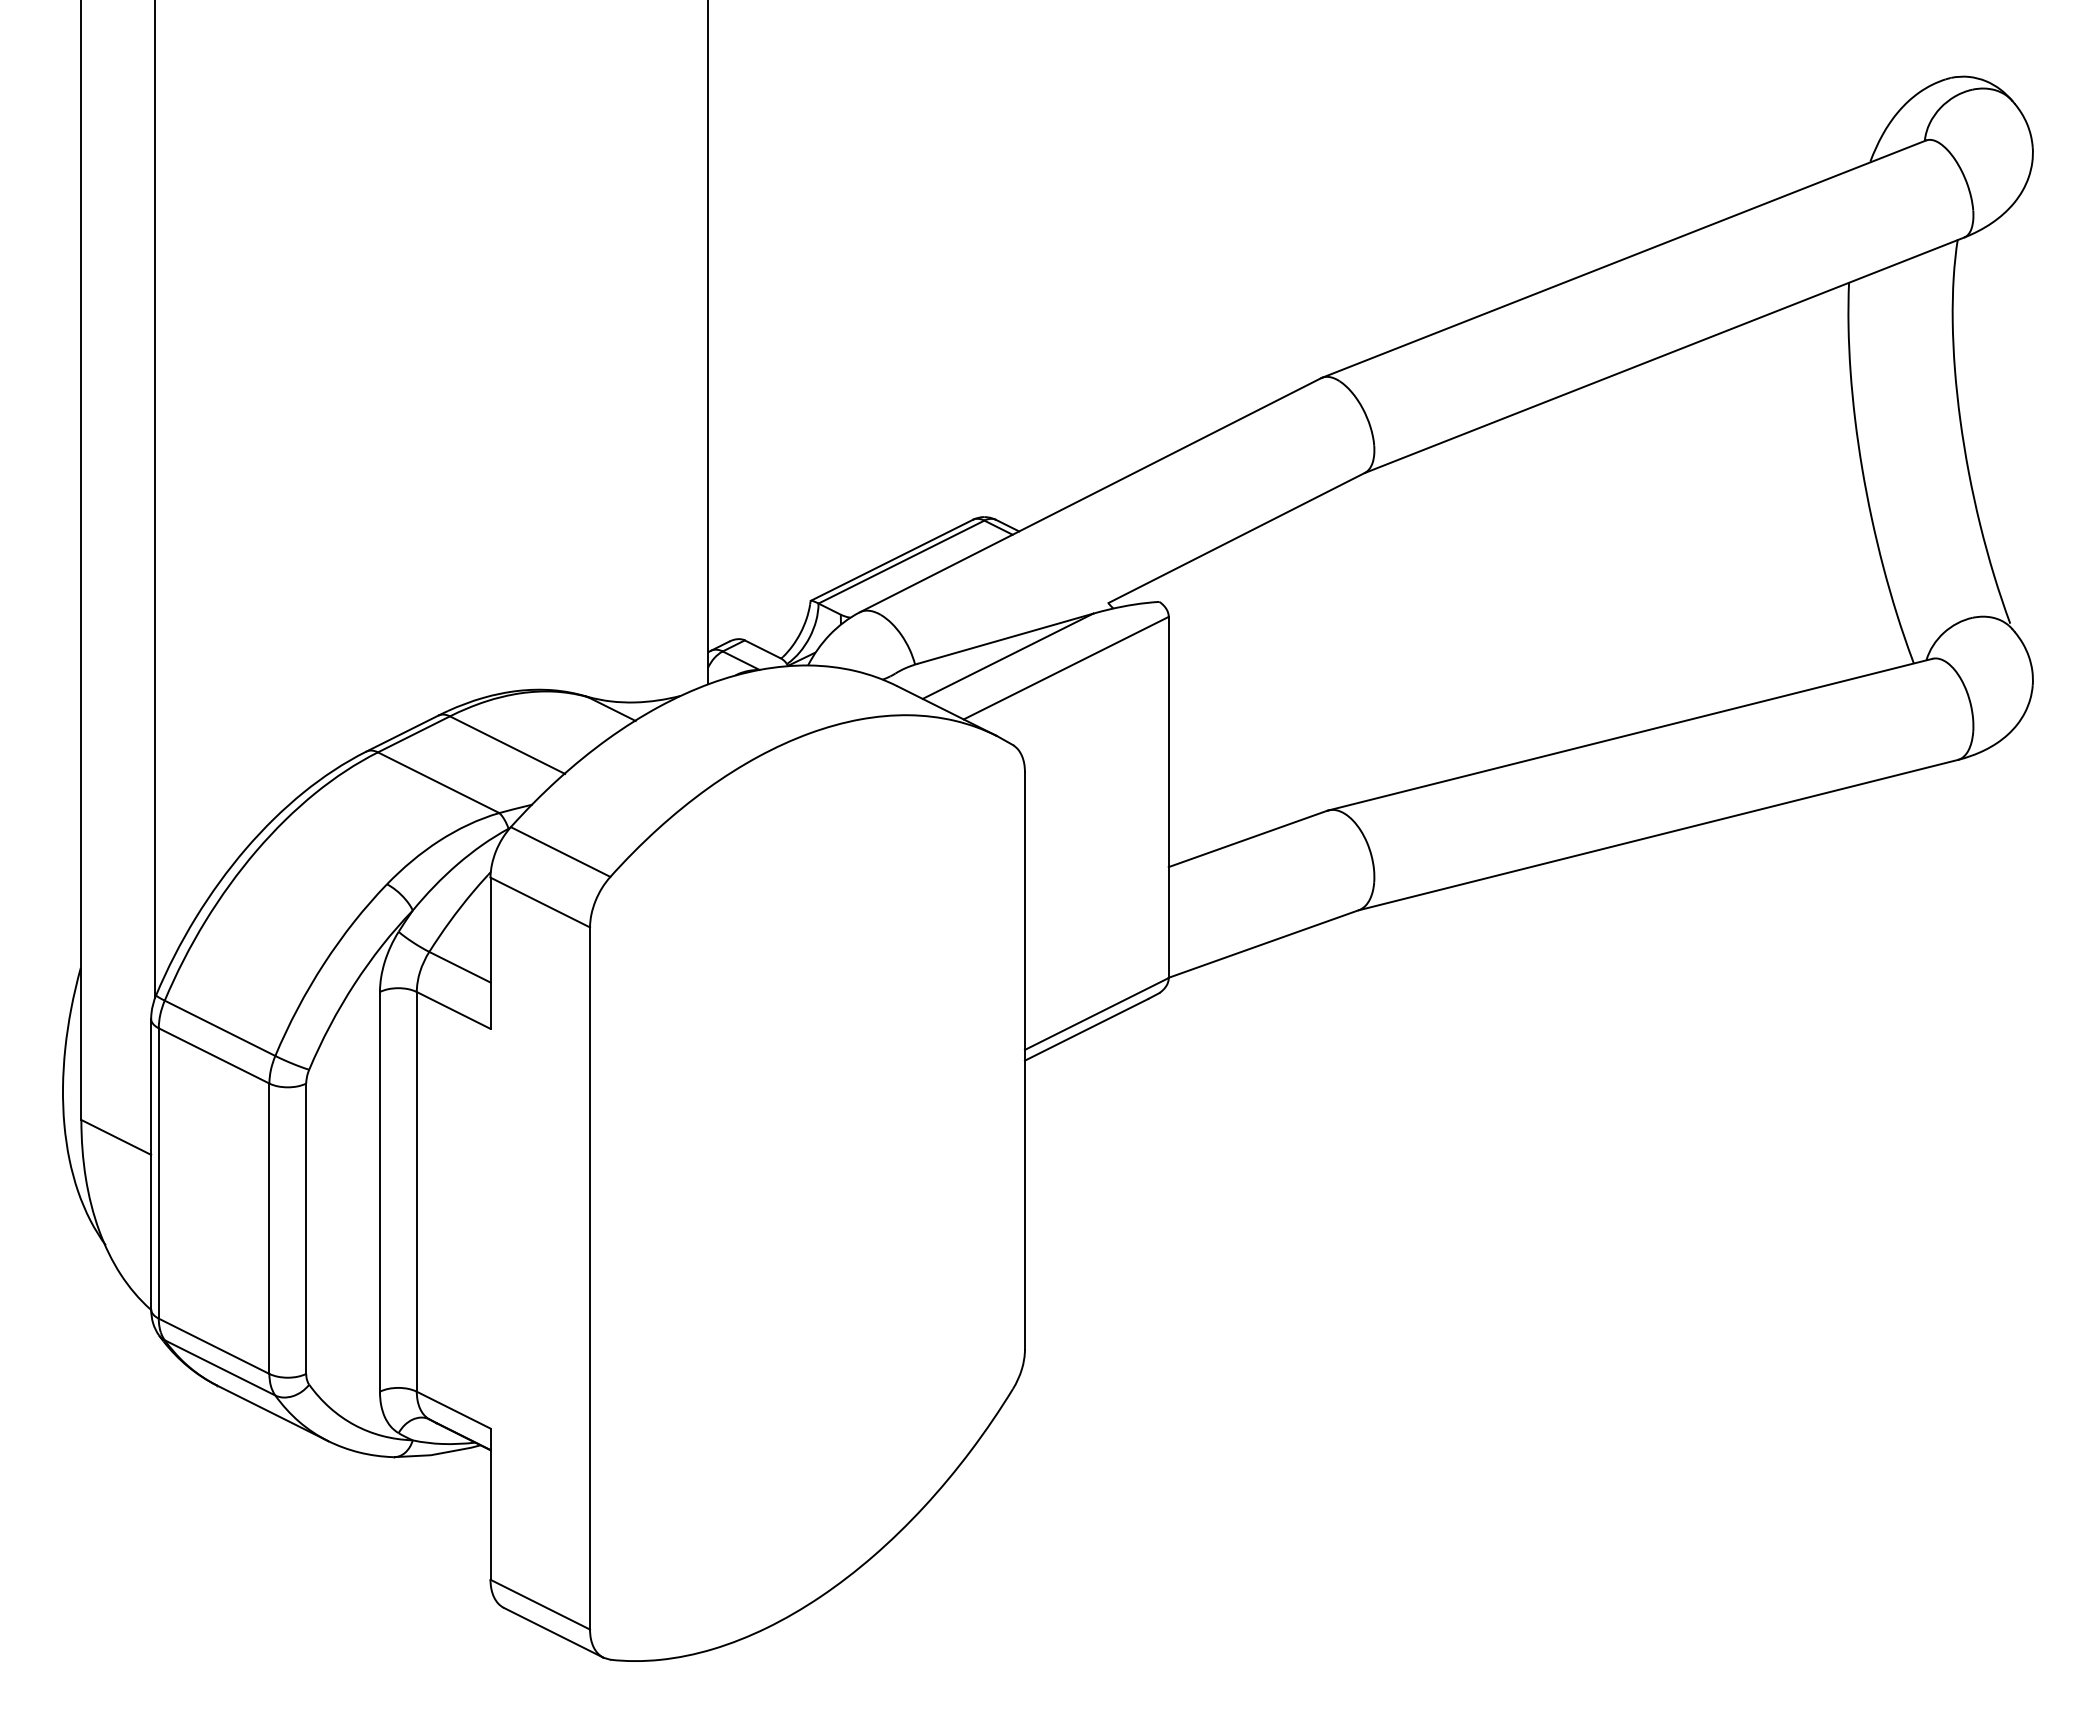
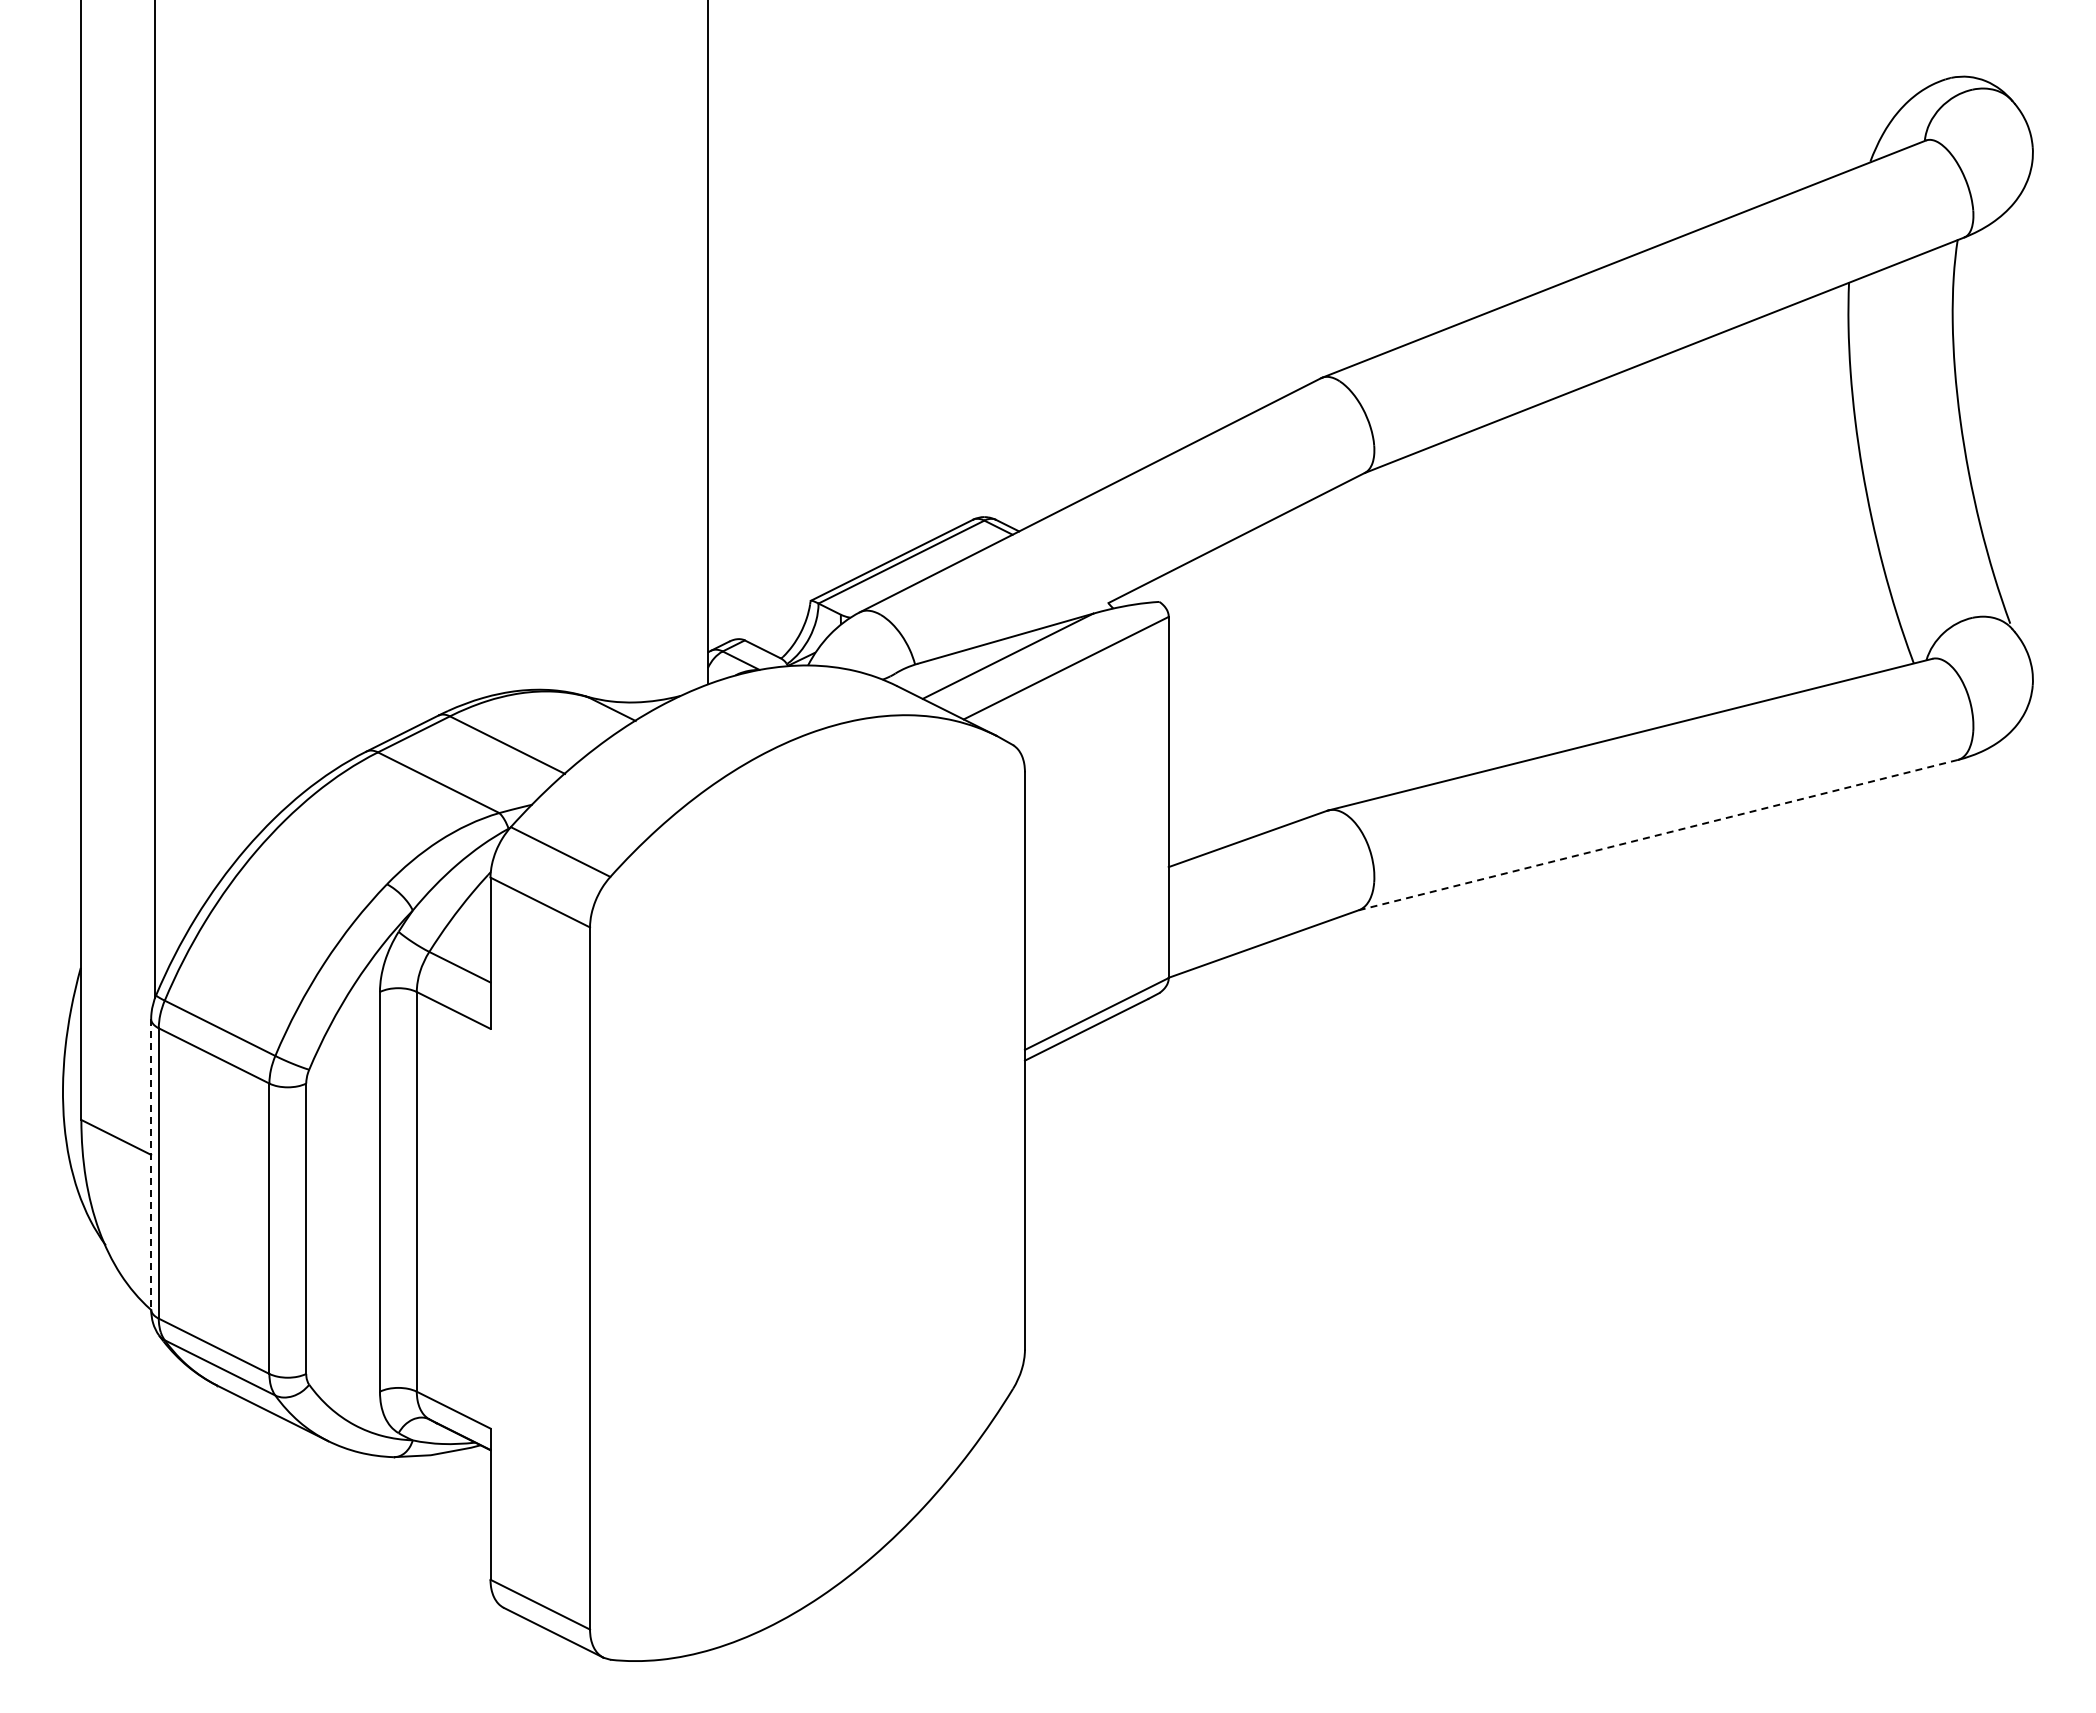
line at (1658, 835): solid -> dashed
line at (151, 1164): solid -> dashed
